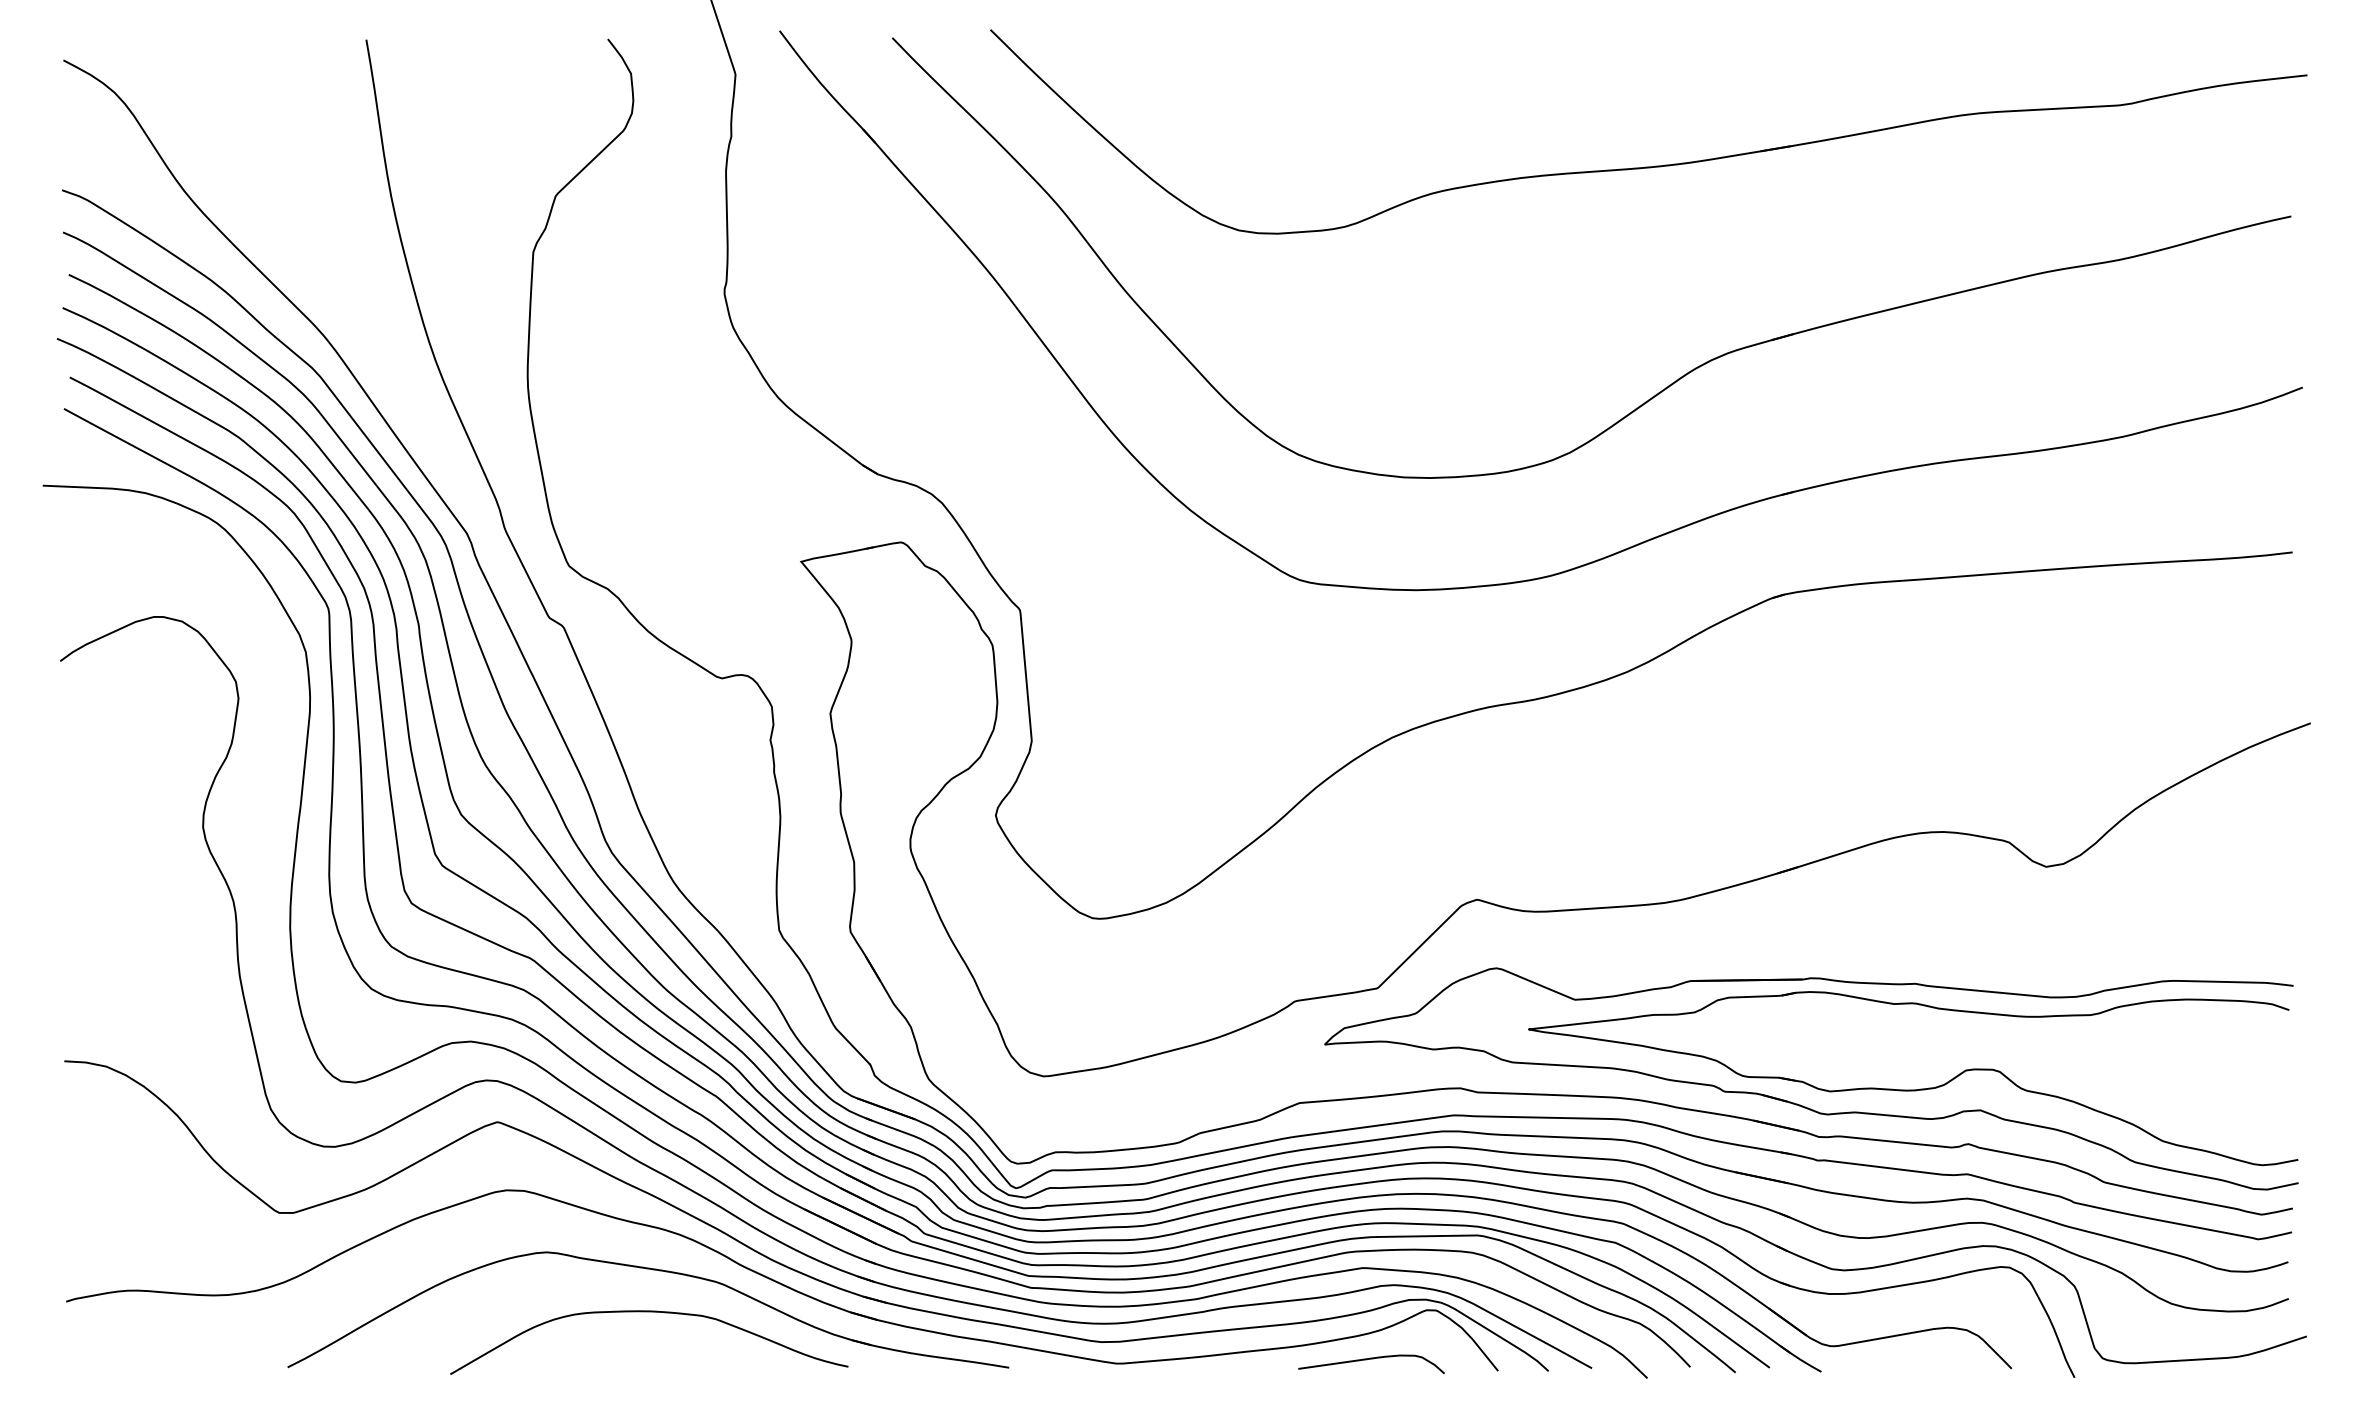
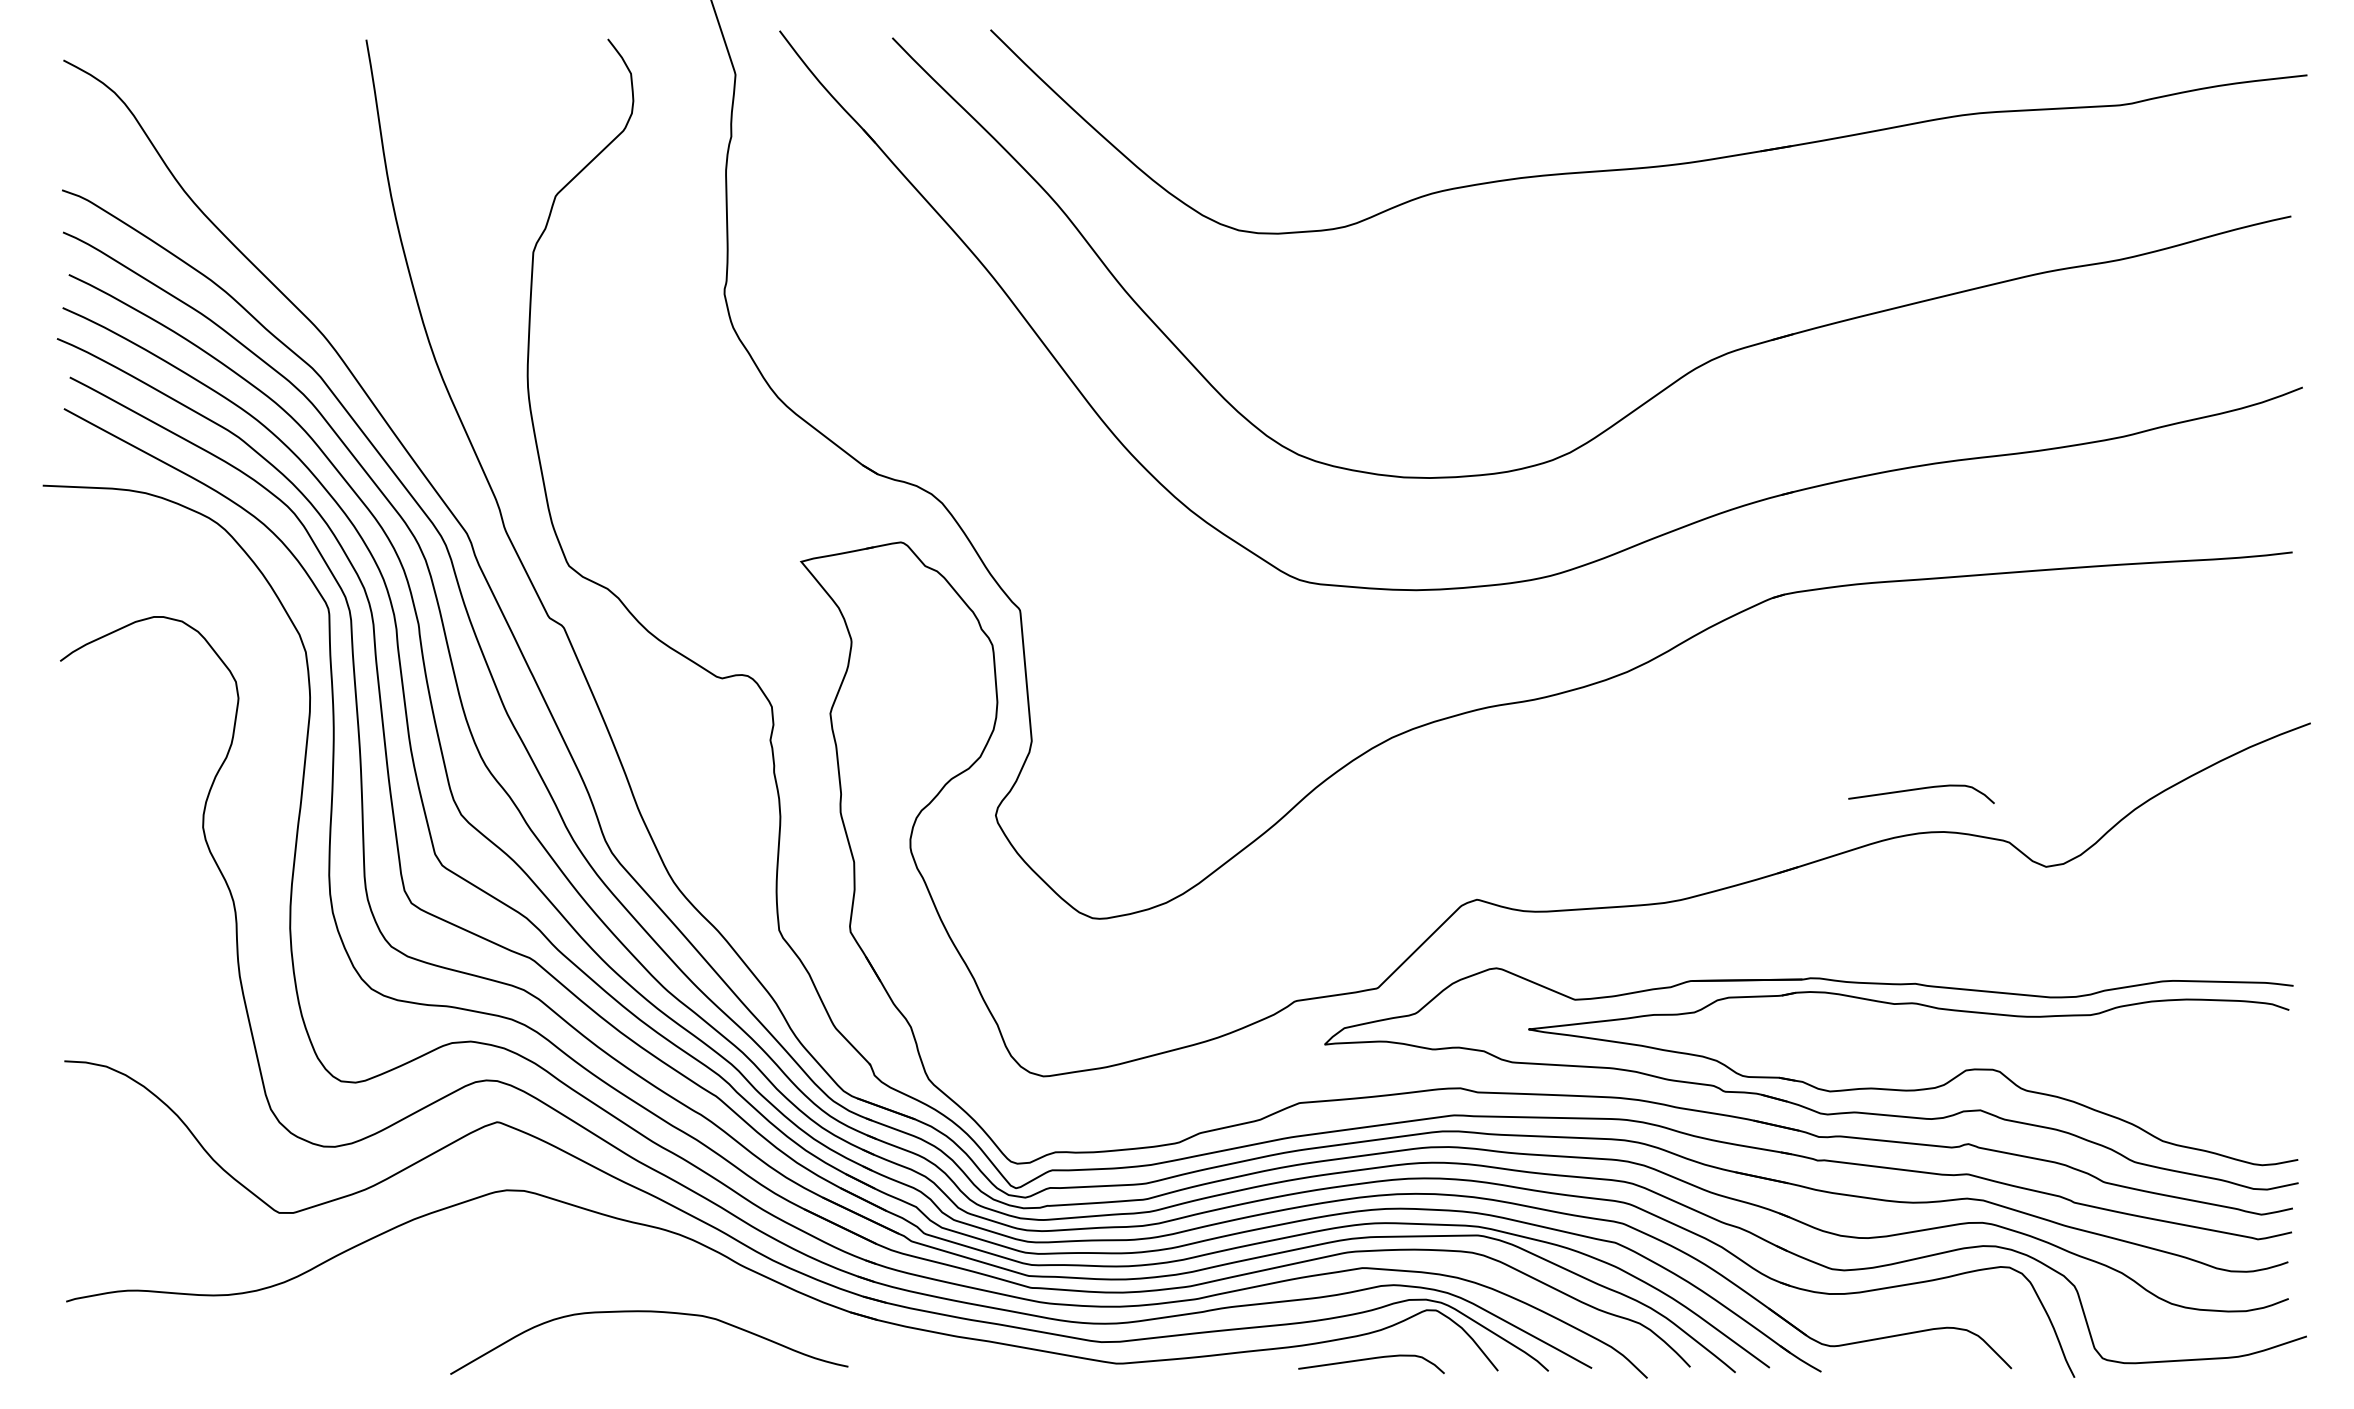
curve at (1921, 789): none -> present
part at (652, 1270): present -> none
